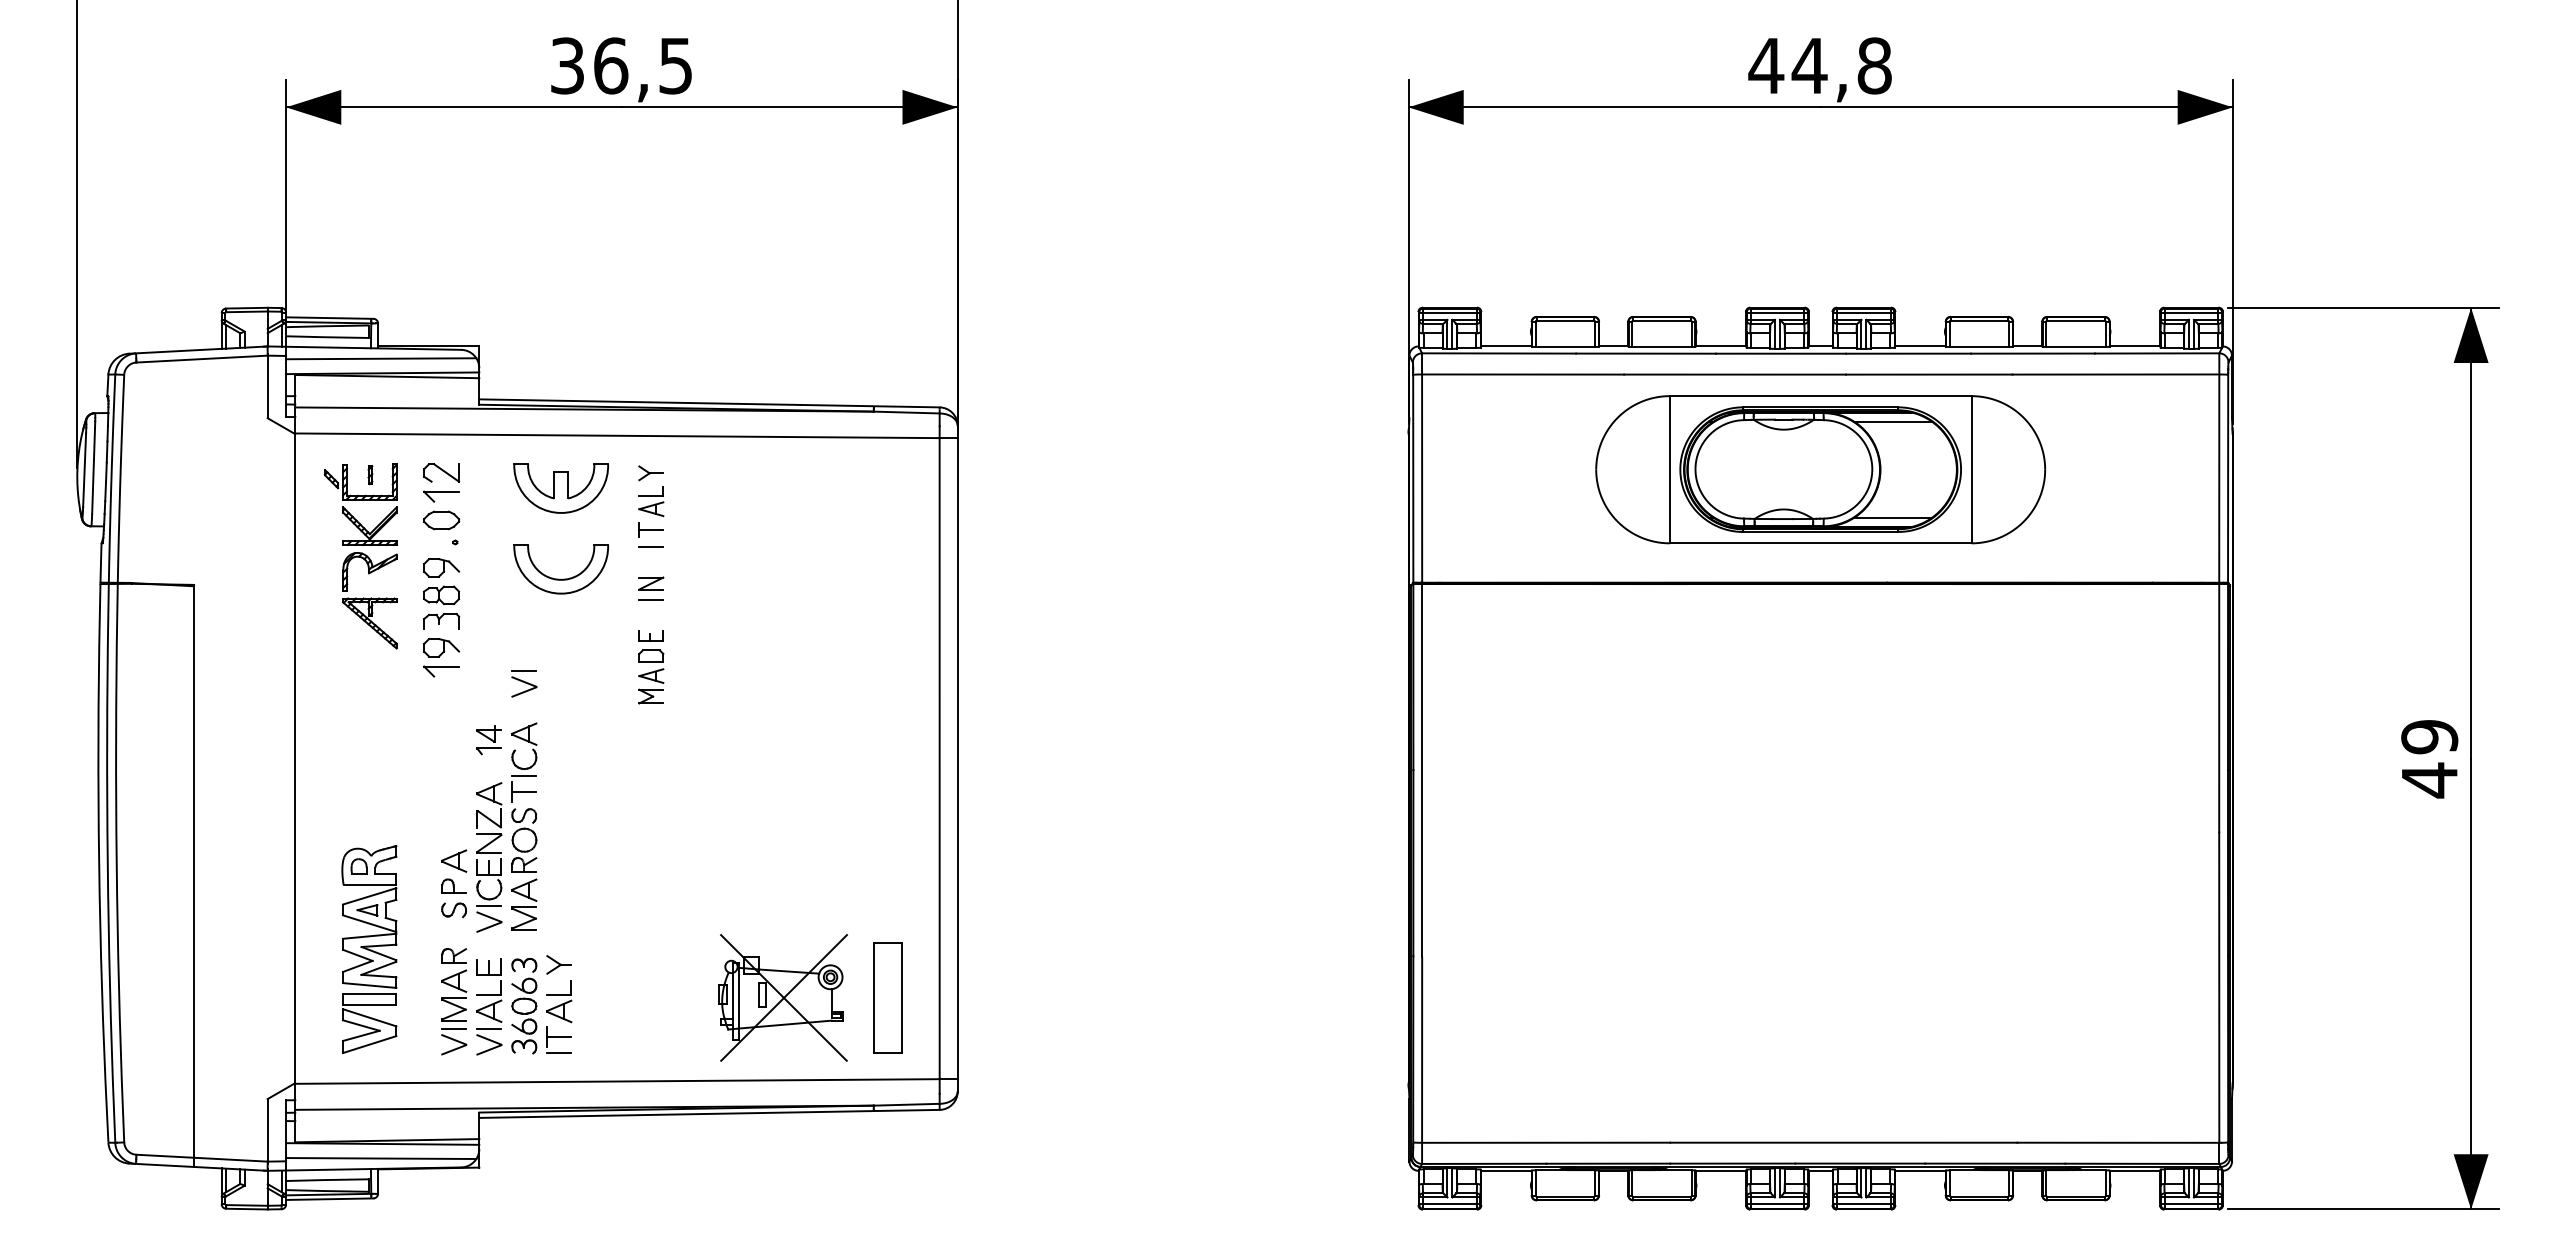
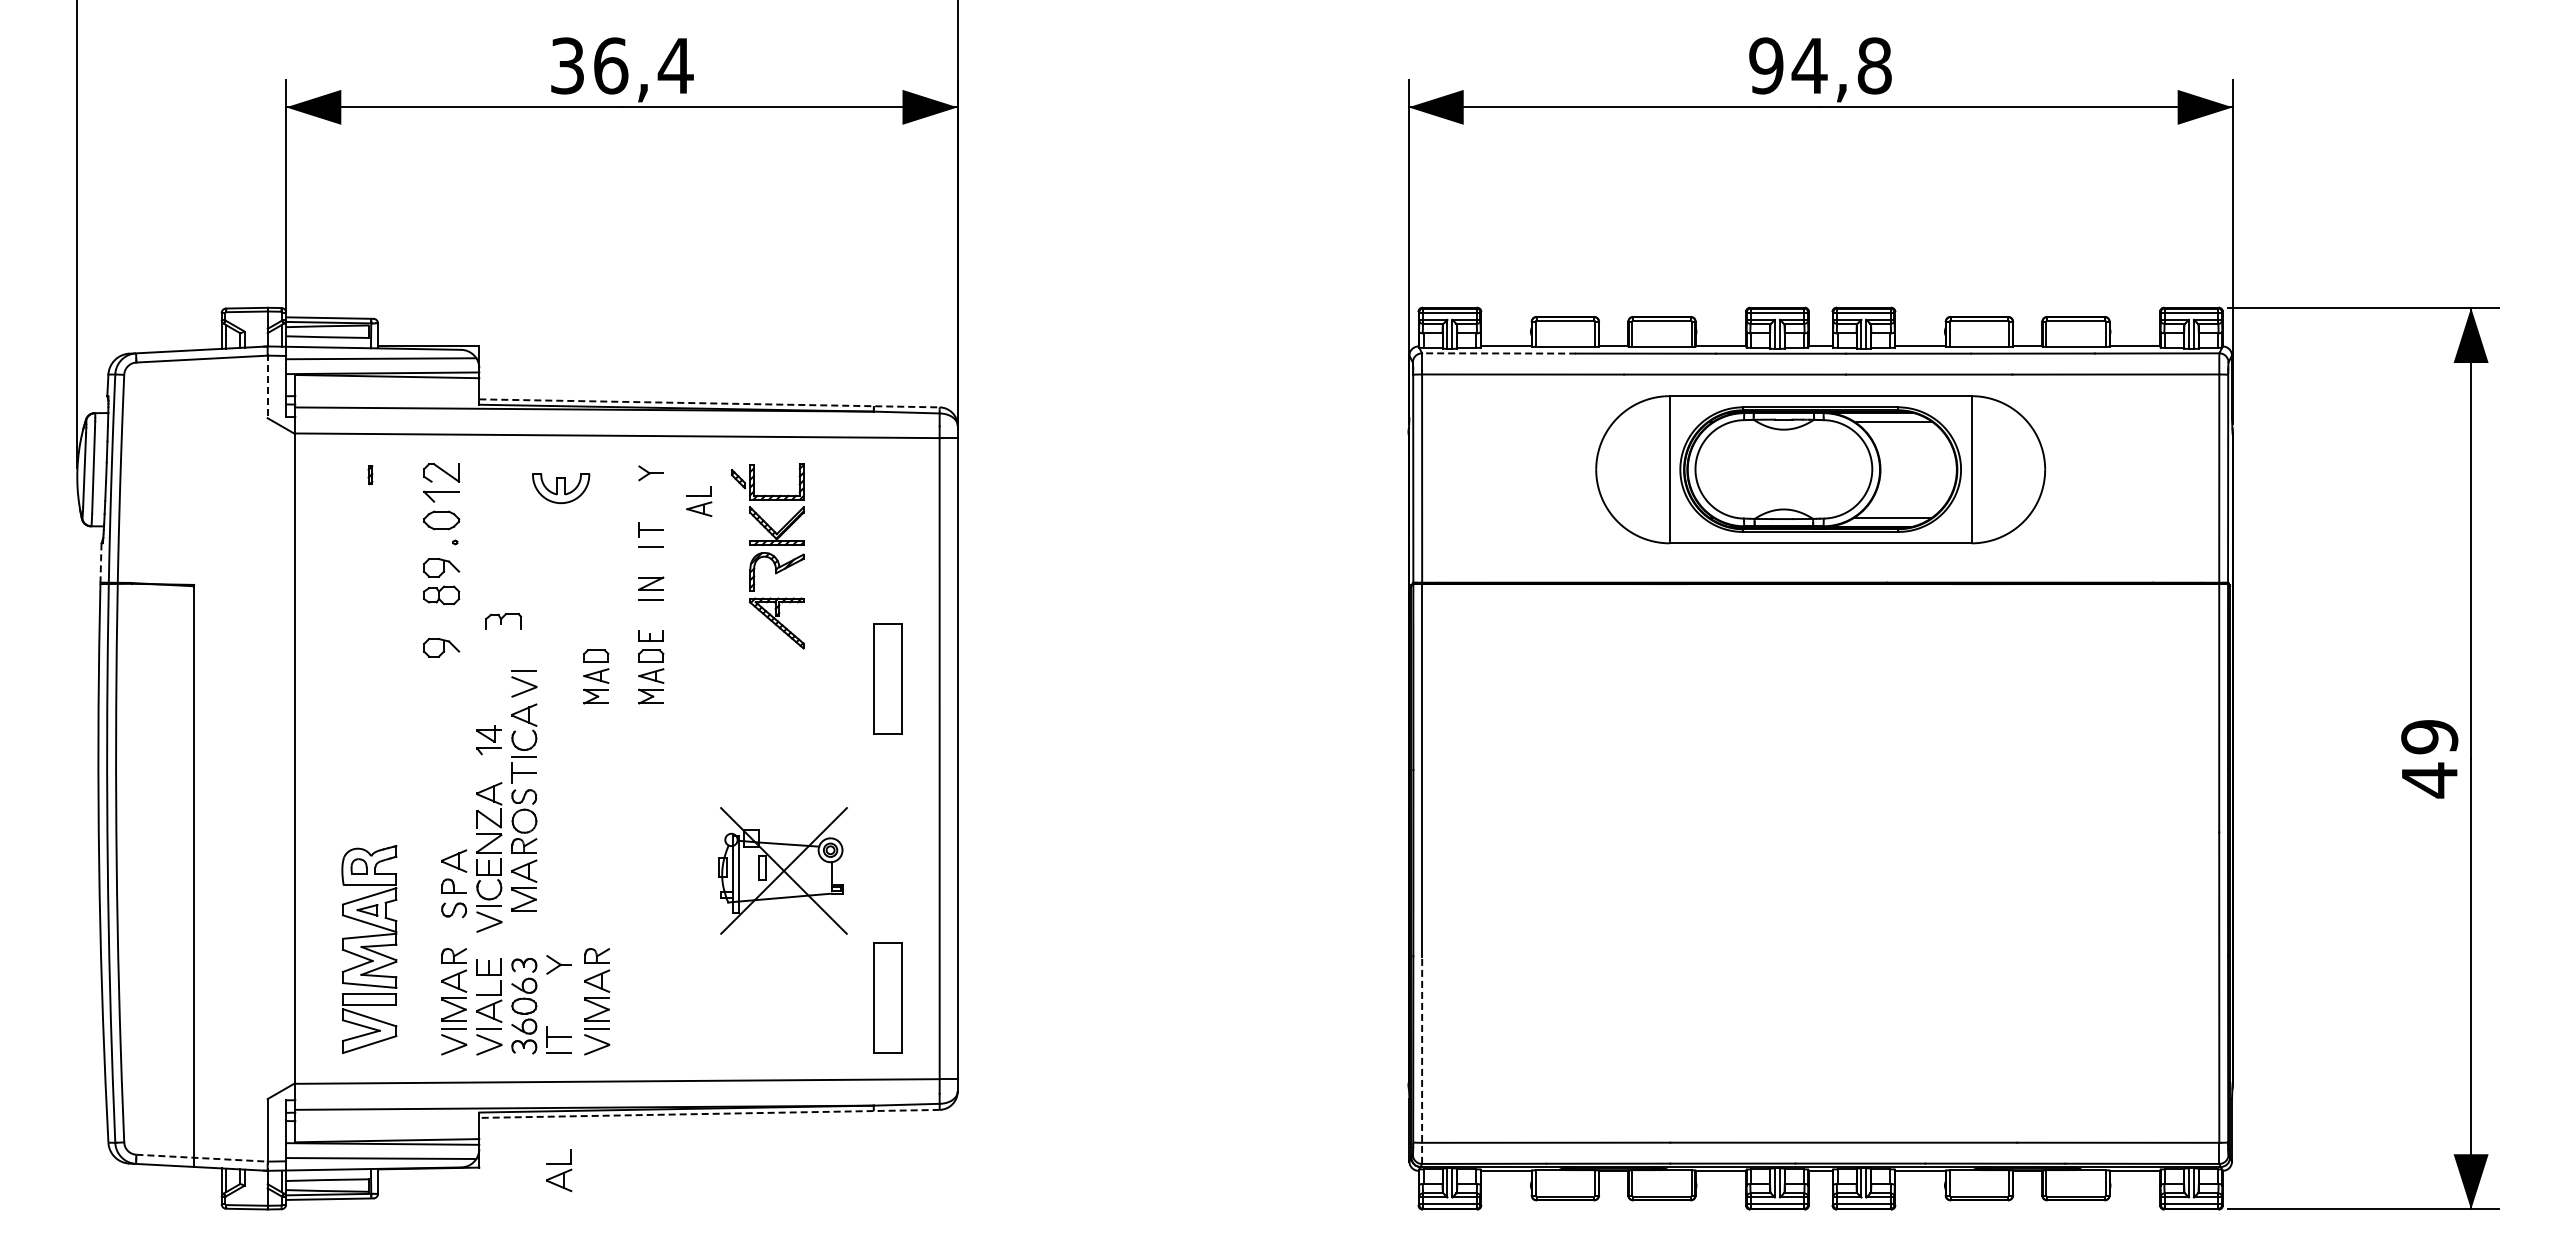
text at (1766, 65): 44,8 -> 94,8
text at (675, 66): 36,5 -> 36,4
line at (1498, 353): solid -> dashed
line at (267, 386): solid -> dashed
line at (709, 403): solid -> dashed
part at (560, 488) size: 96x51 px -> 59x31 px
part at (651, 501) position: (651, 501) -> (699, 501)
part at (360, 556) position: (360, 556) -> (767, 556)
line at (101, 562): solid -> dashed
part at (560, 578): present -> none
part at (441, 621) position: (441, 621) -> (503, 621)
part at (441, 671): present -> none
part at (596, 676): none -> present
part at (887, 678): none -> present
part at (524, 826) position: (524, 826) -> (524, 807)
part at (782, 997) position: (782, 997) -> (782, 870)
part at (559, 1001) position: (559, 1001) -> (559, 1170)
part at (597, 1001): none -> present
line at (1422, 1061): solid -> dashed
line at (708, 1113): solid -> dashed
line at (202, 1158): solid -> dashed
